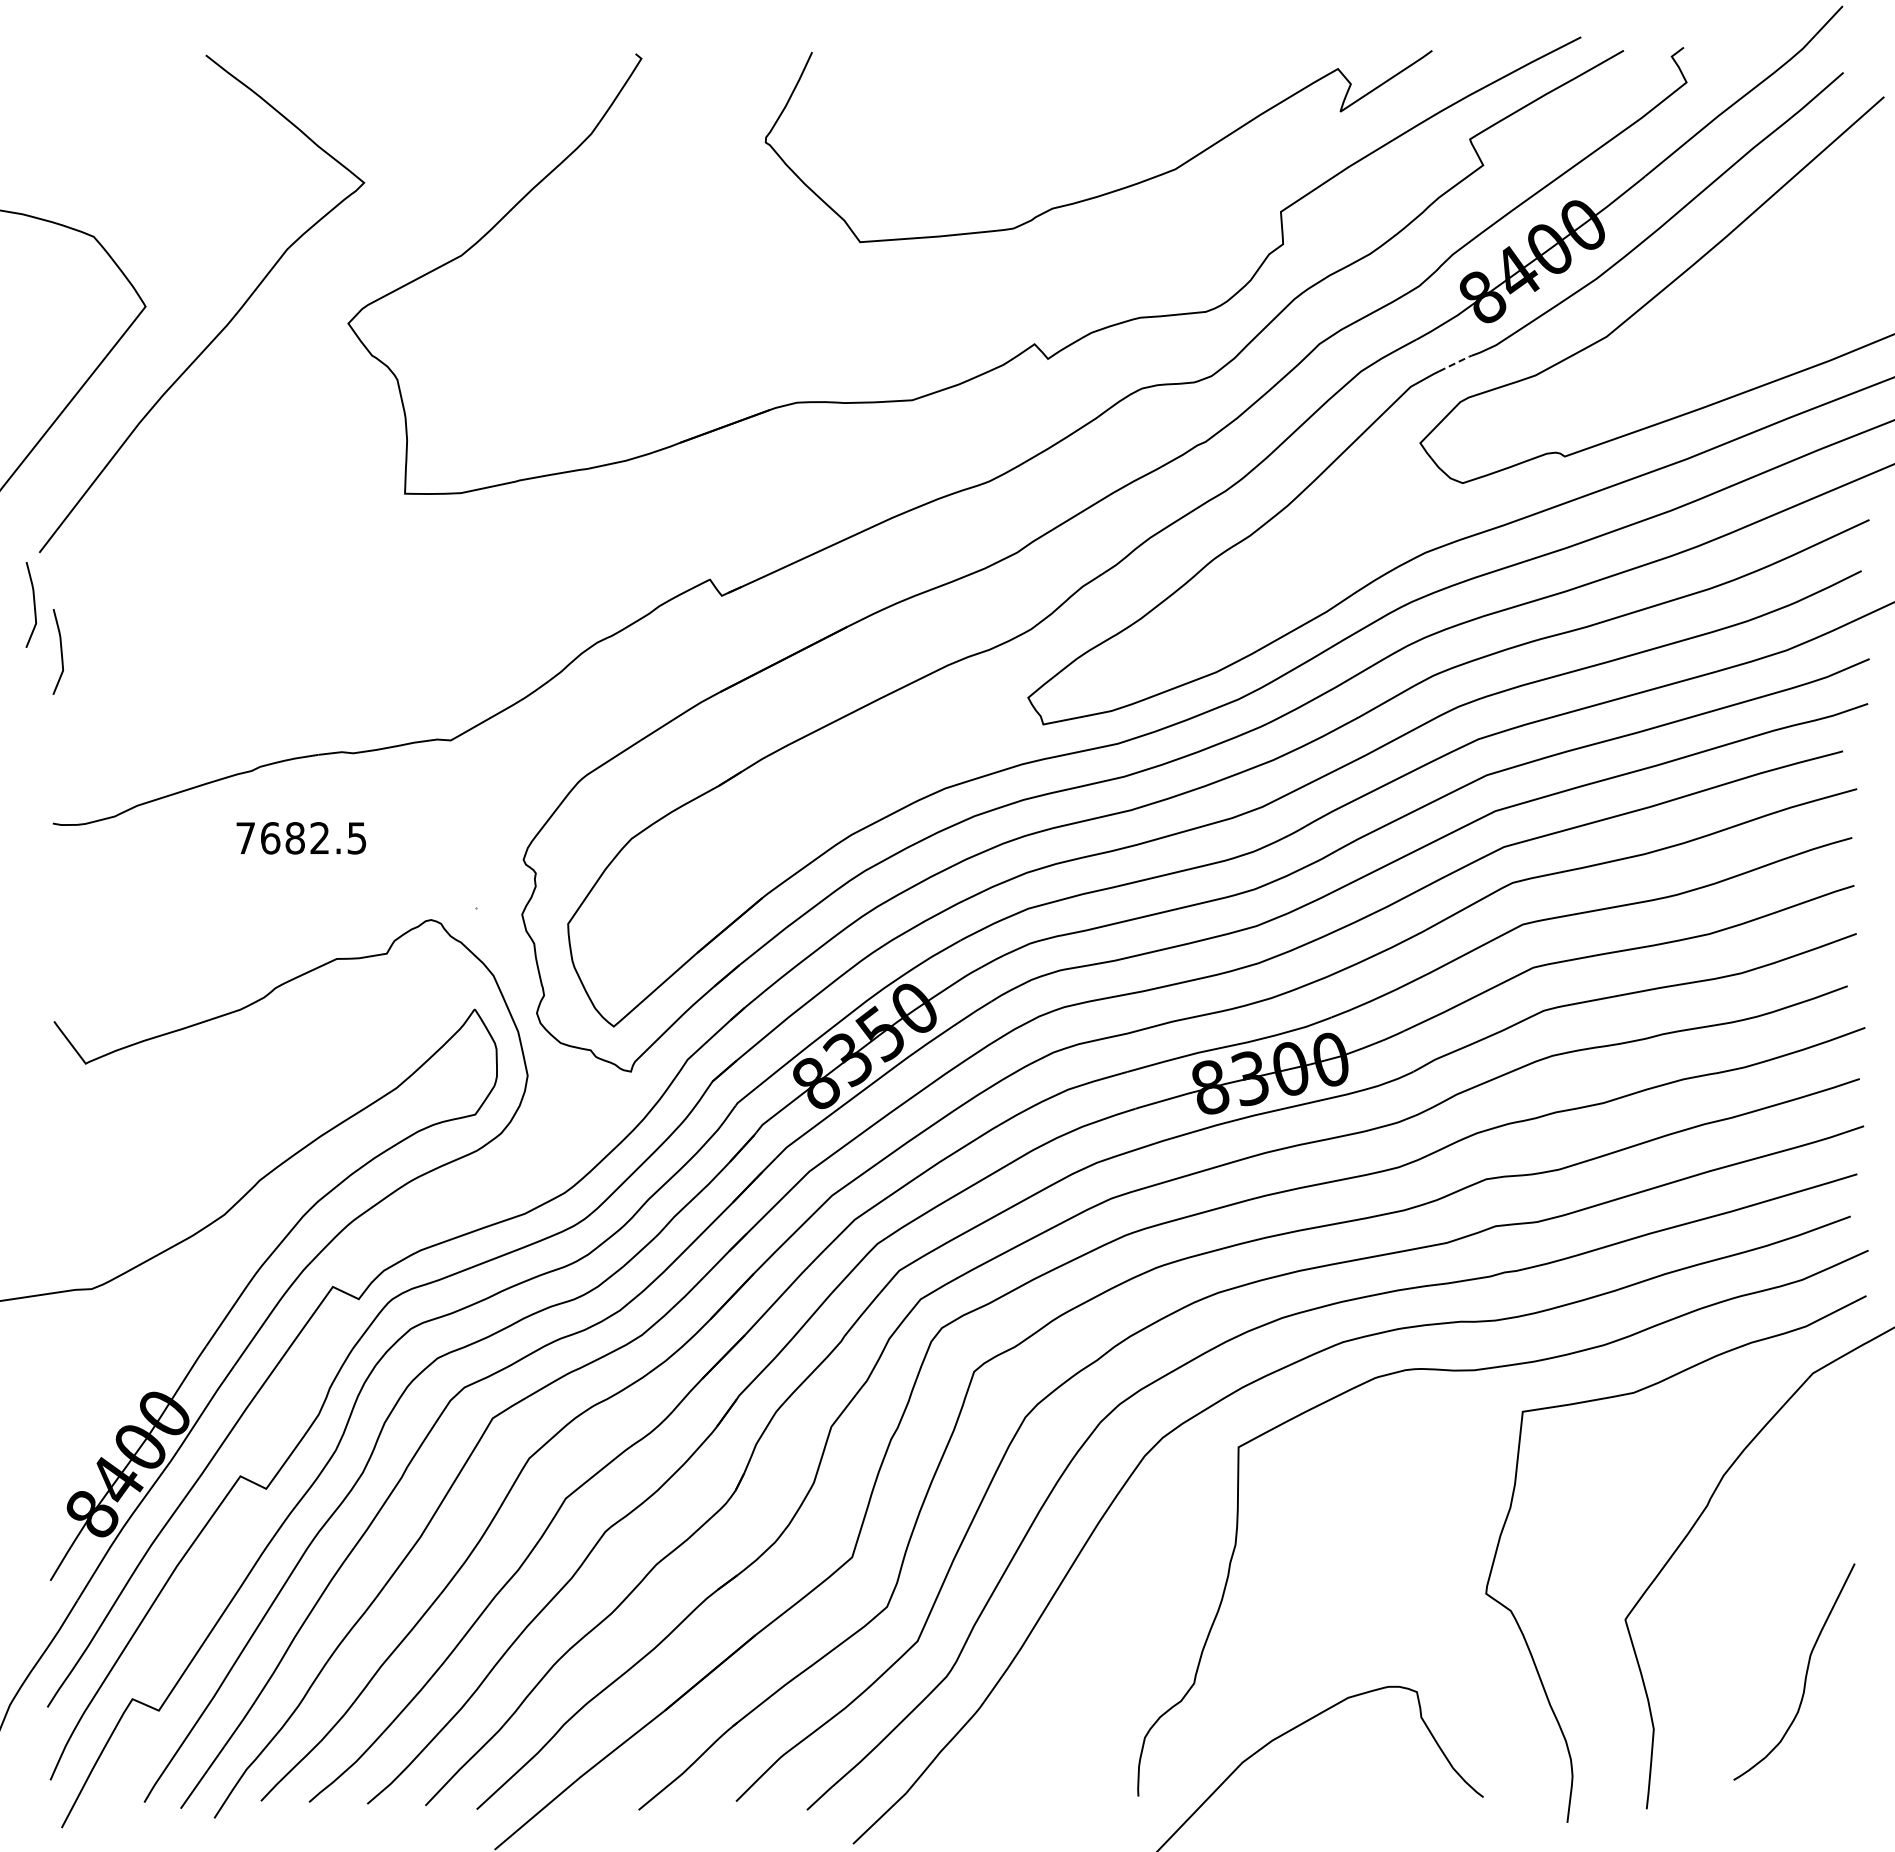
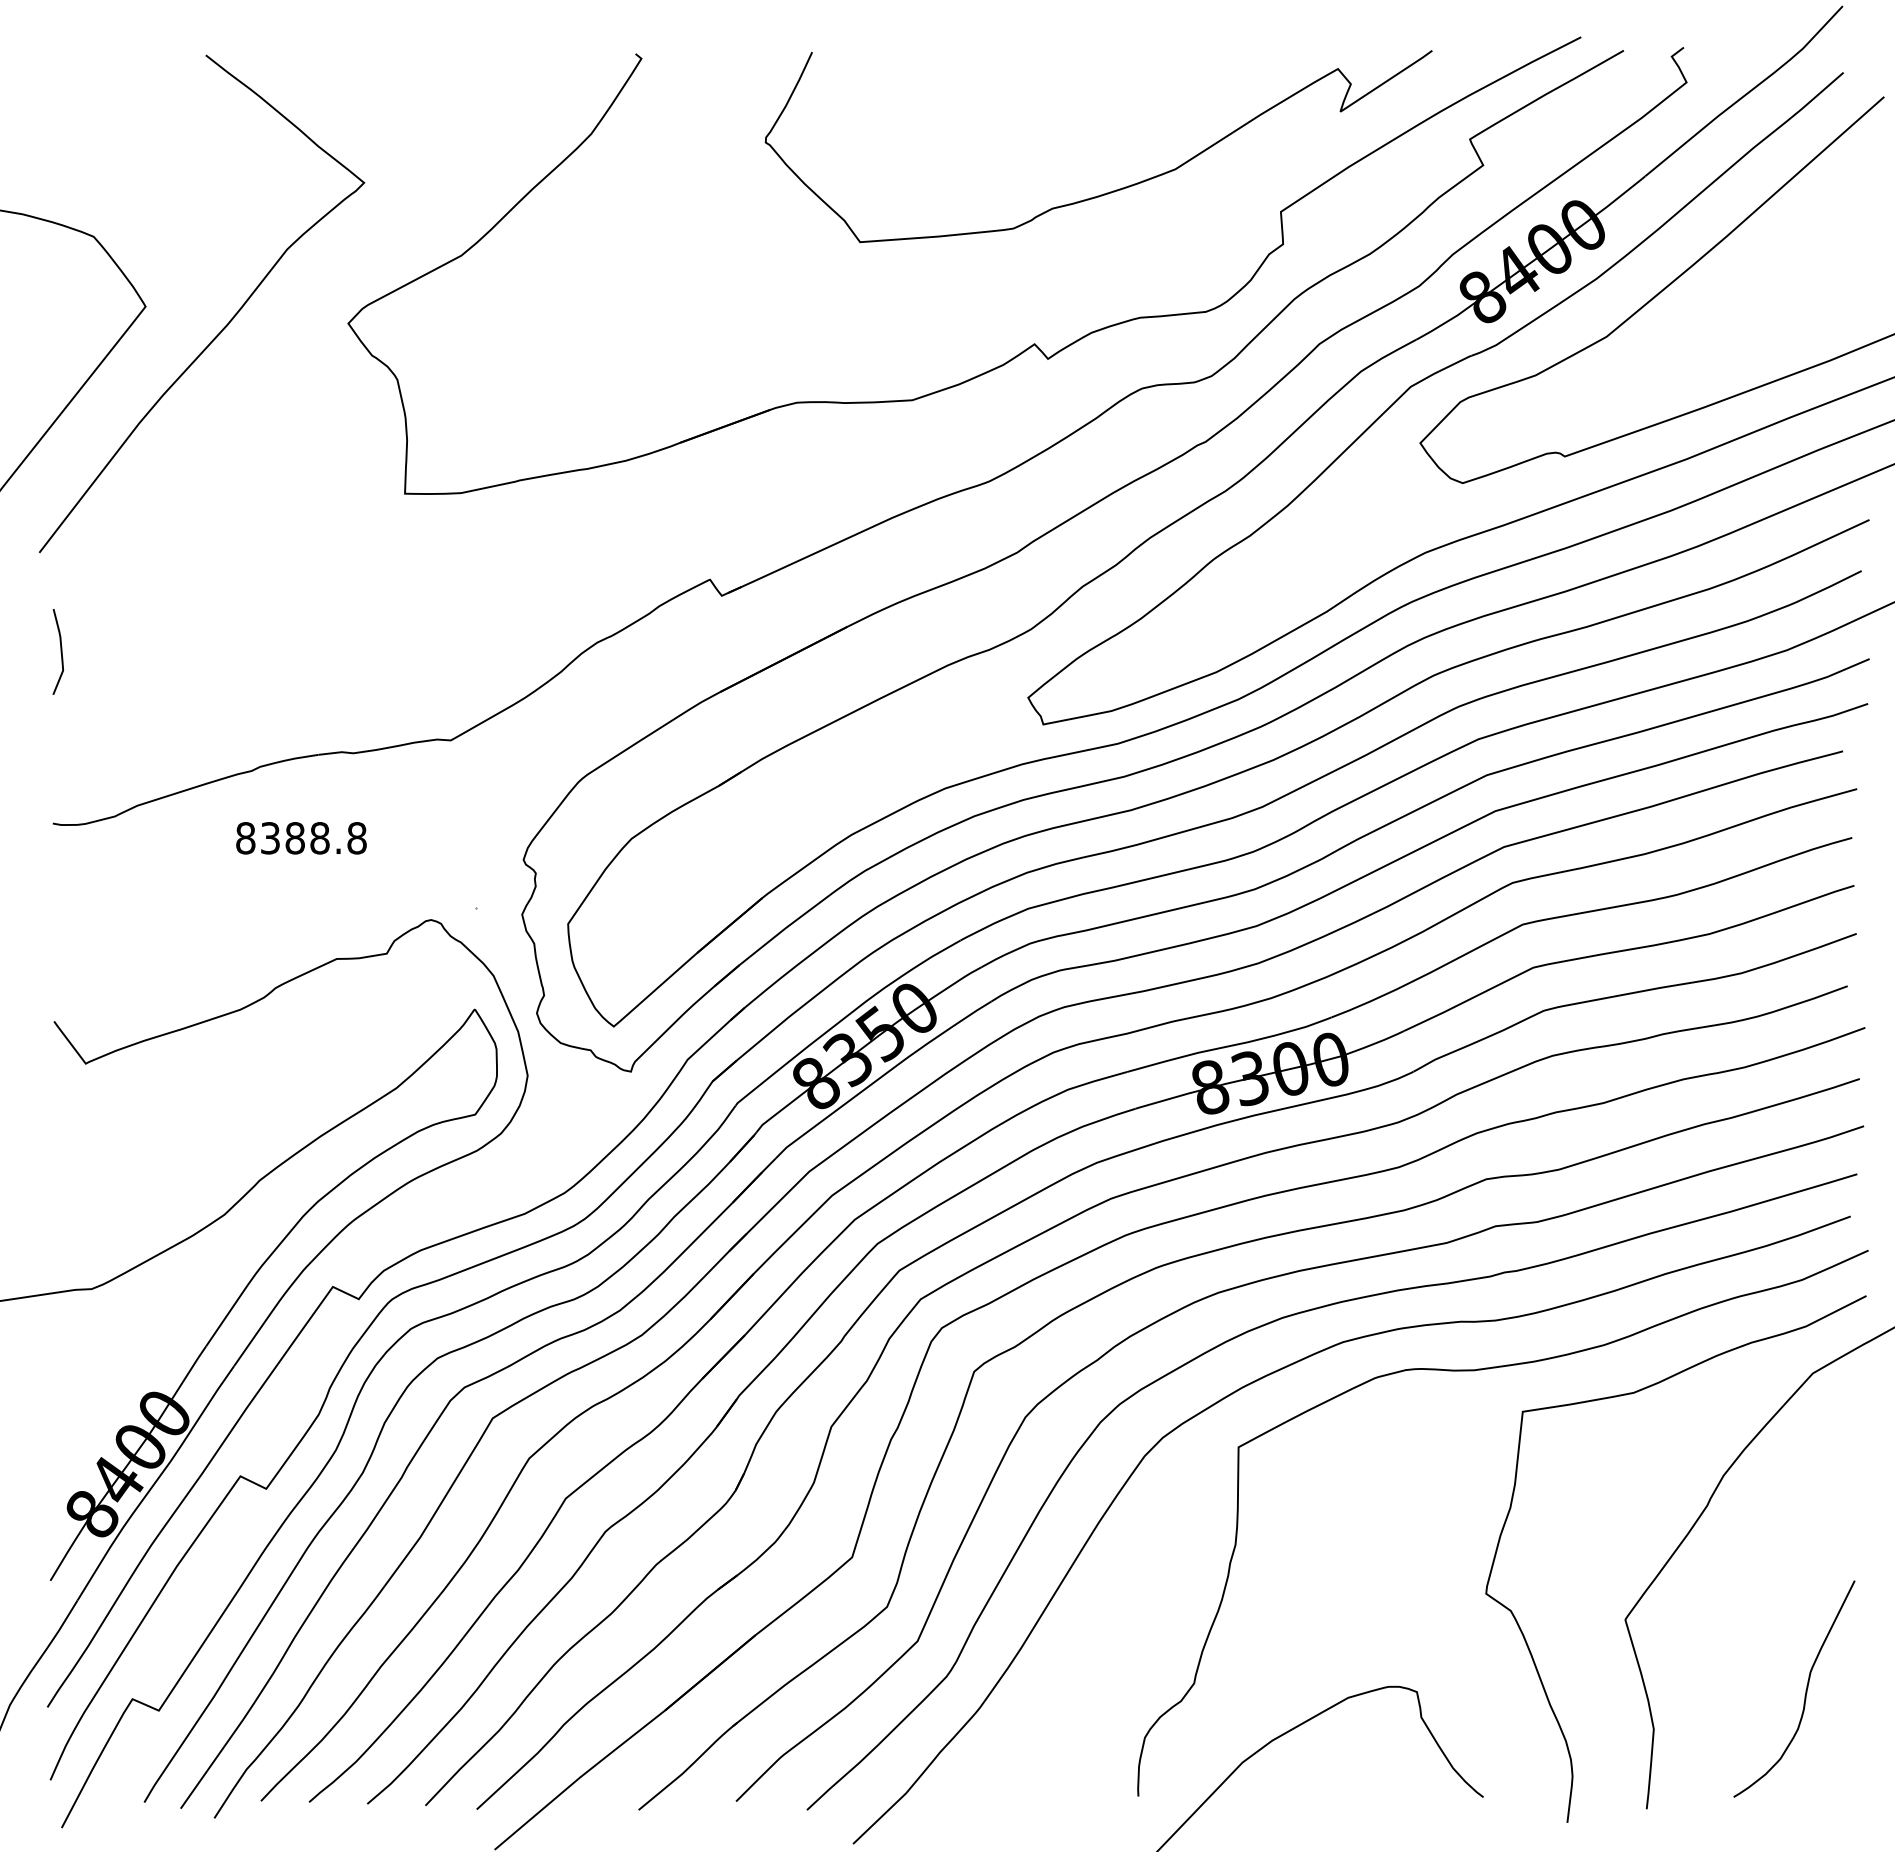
line at (1456, 363): dashed -> solid
curve at (33, 604): present -> none
text at (301, 838): 7682.5 -> 8388.8
curve at (1805, 1673) position: (1805, 1673) -> (1805, 1690)
